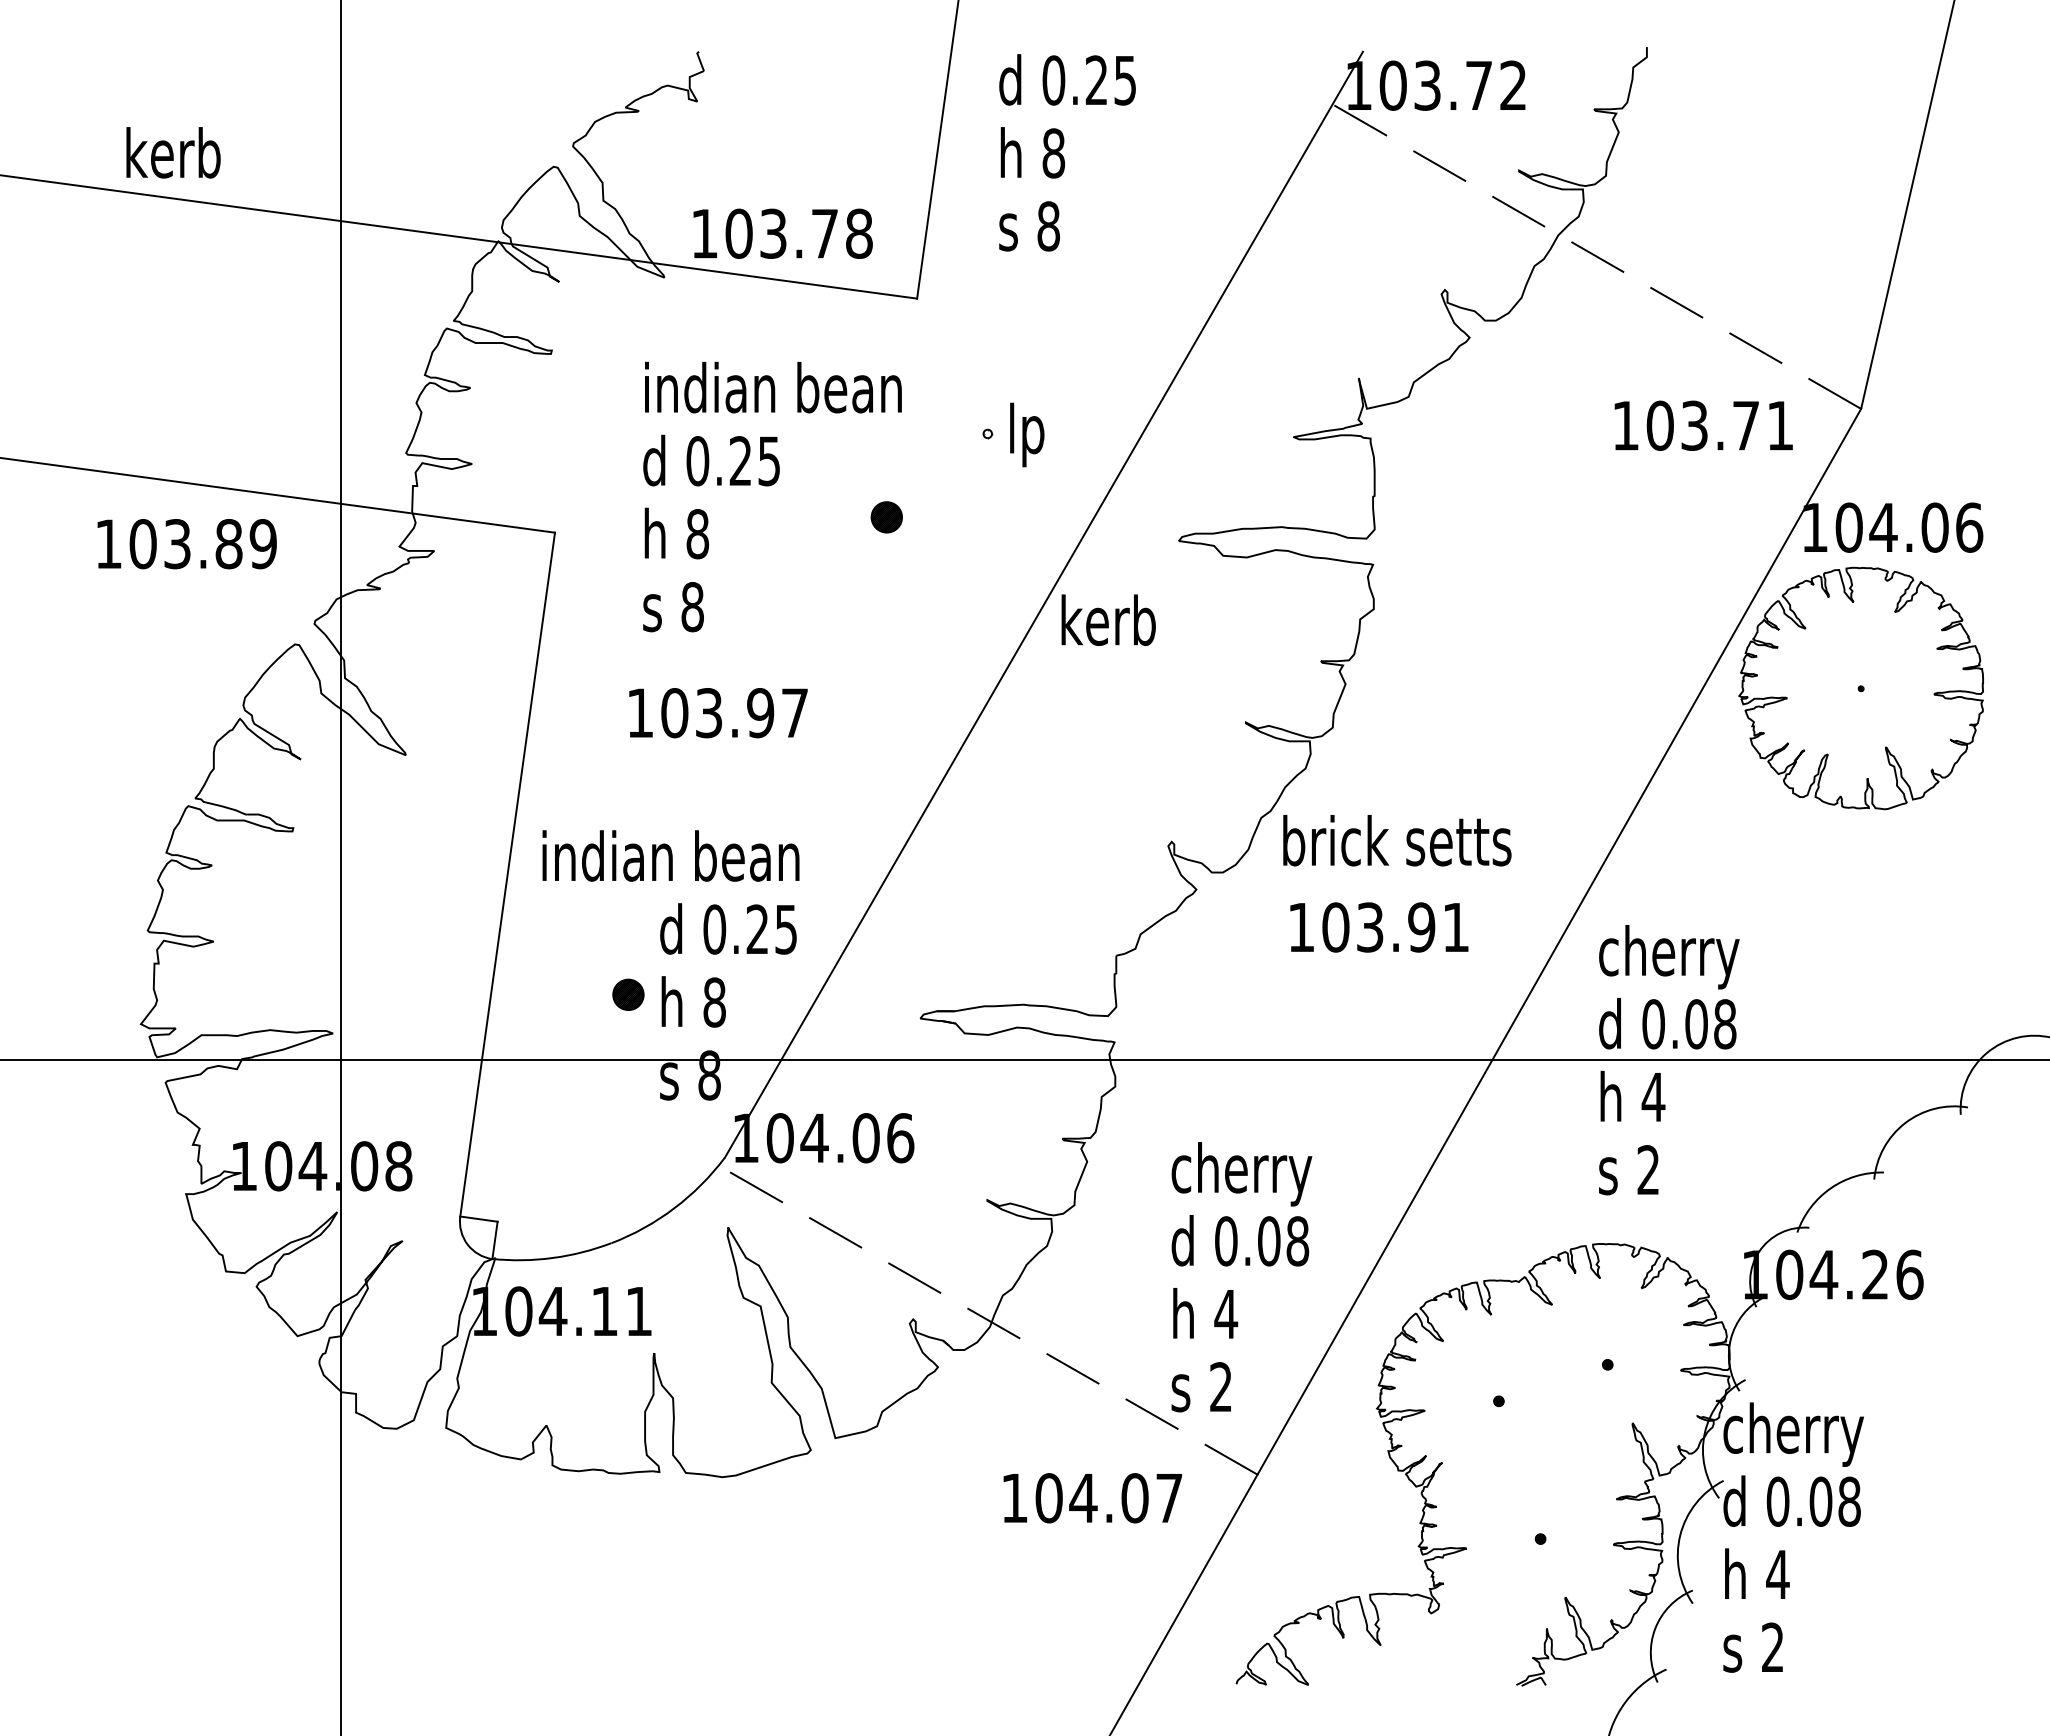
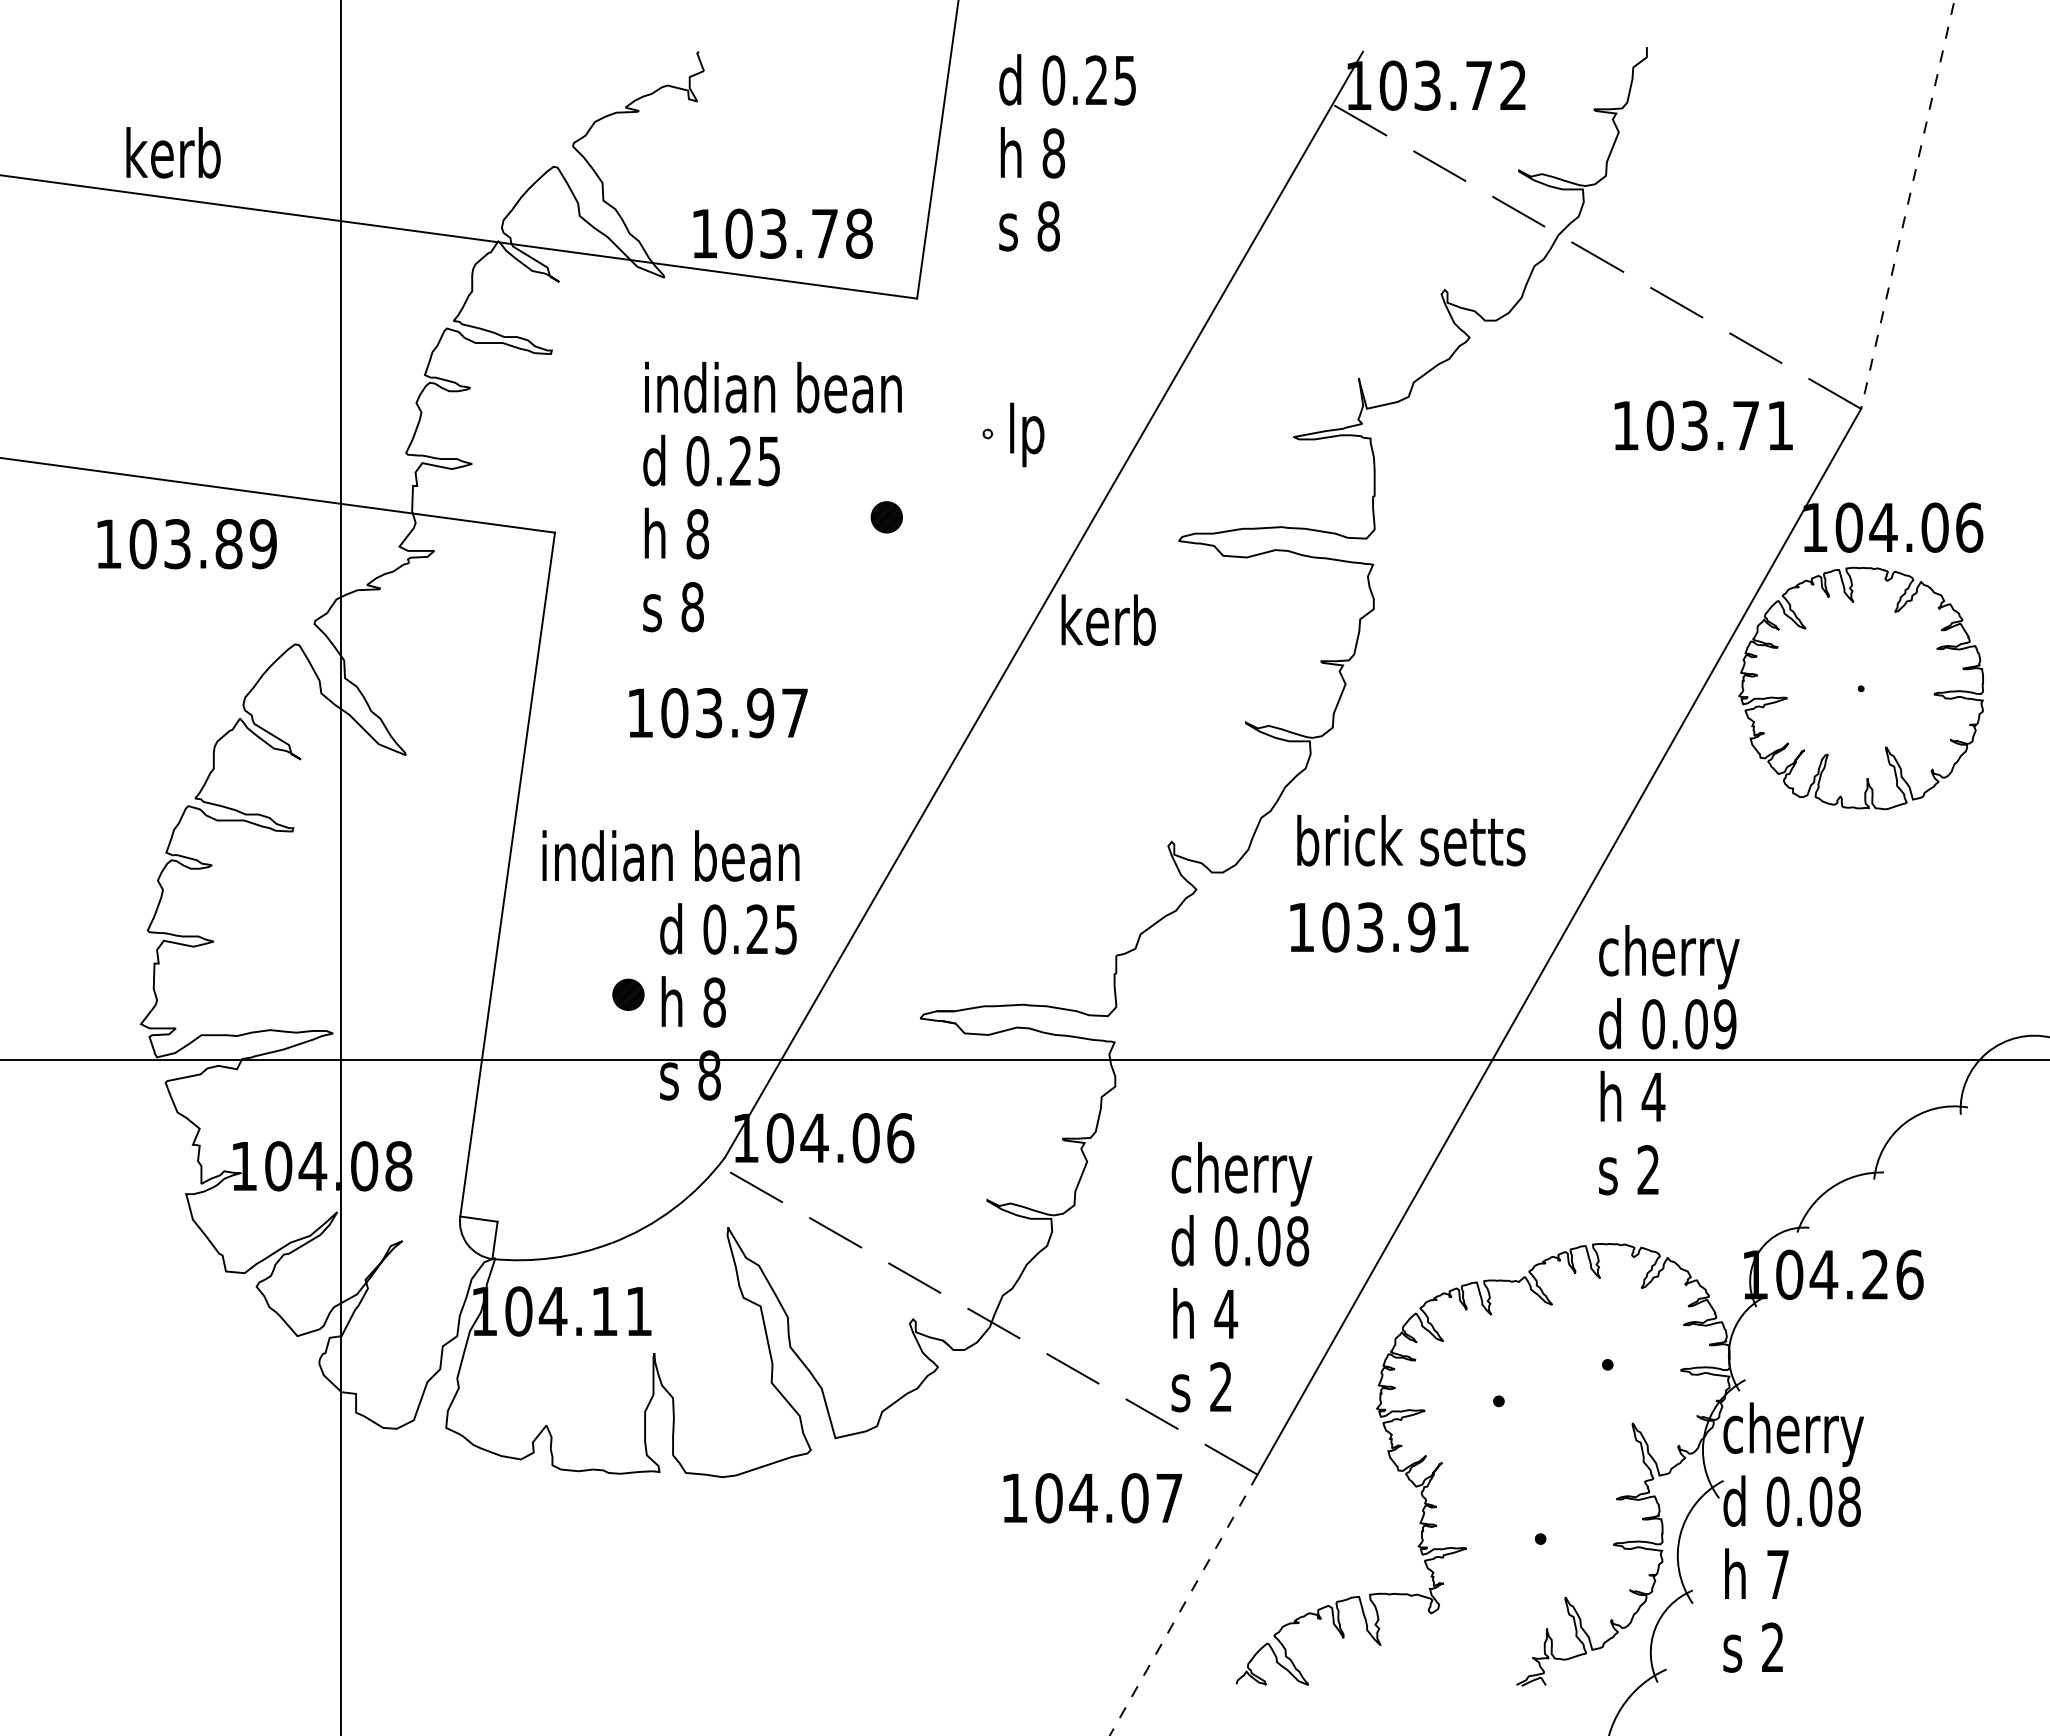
line at (1907, 205): solid -> dashed
text at (1397, 840) position: (1397, 840) -> (1411, 840)
text at (1724, 1024): 0.08 -> 0.09
text at (1777, 1574): 4 -> 7
line at (1183, 1605): solid -> dashed
